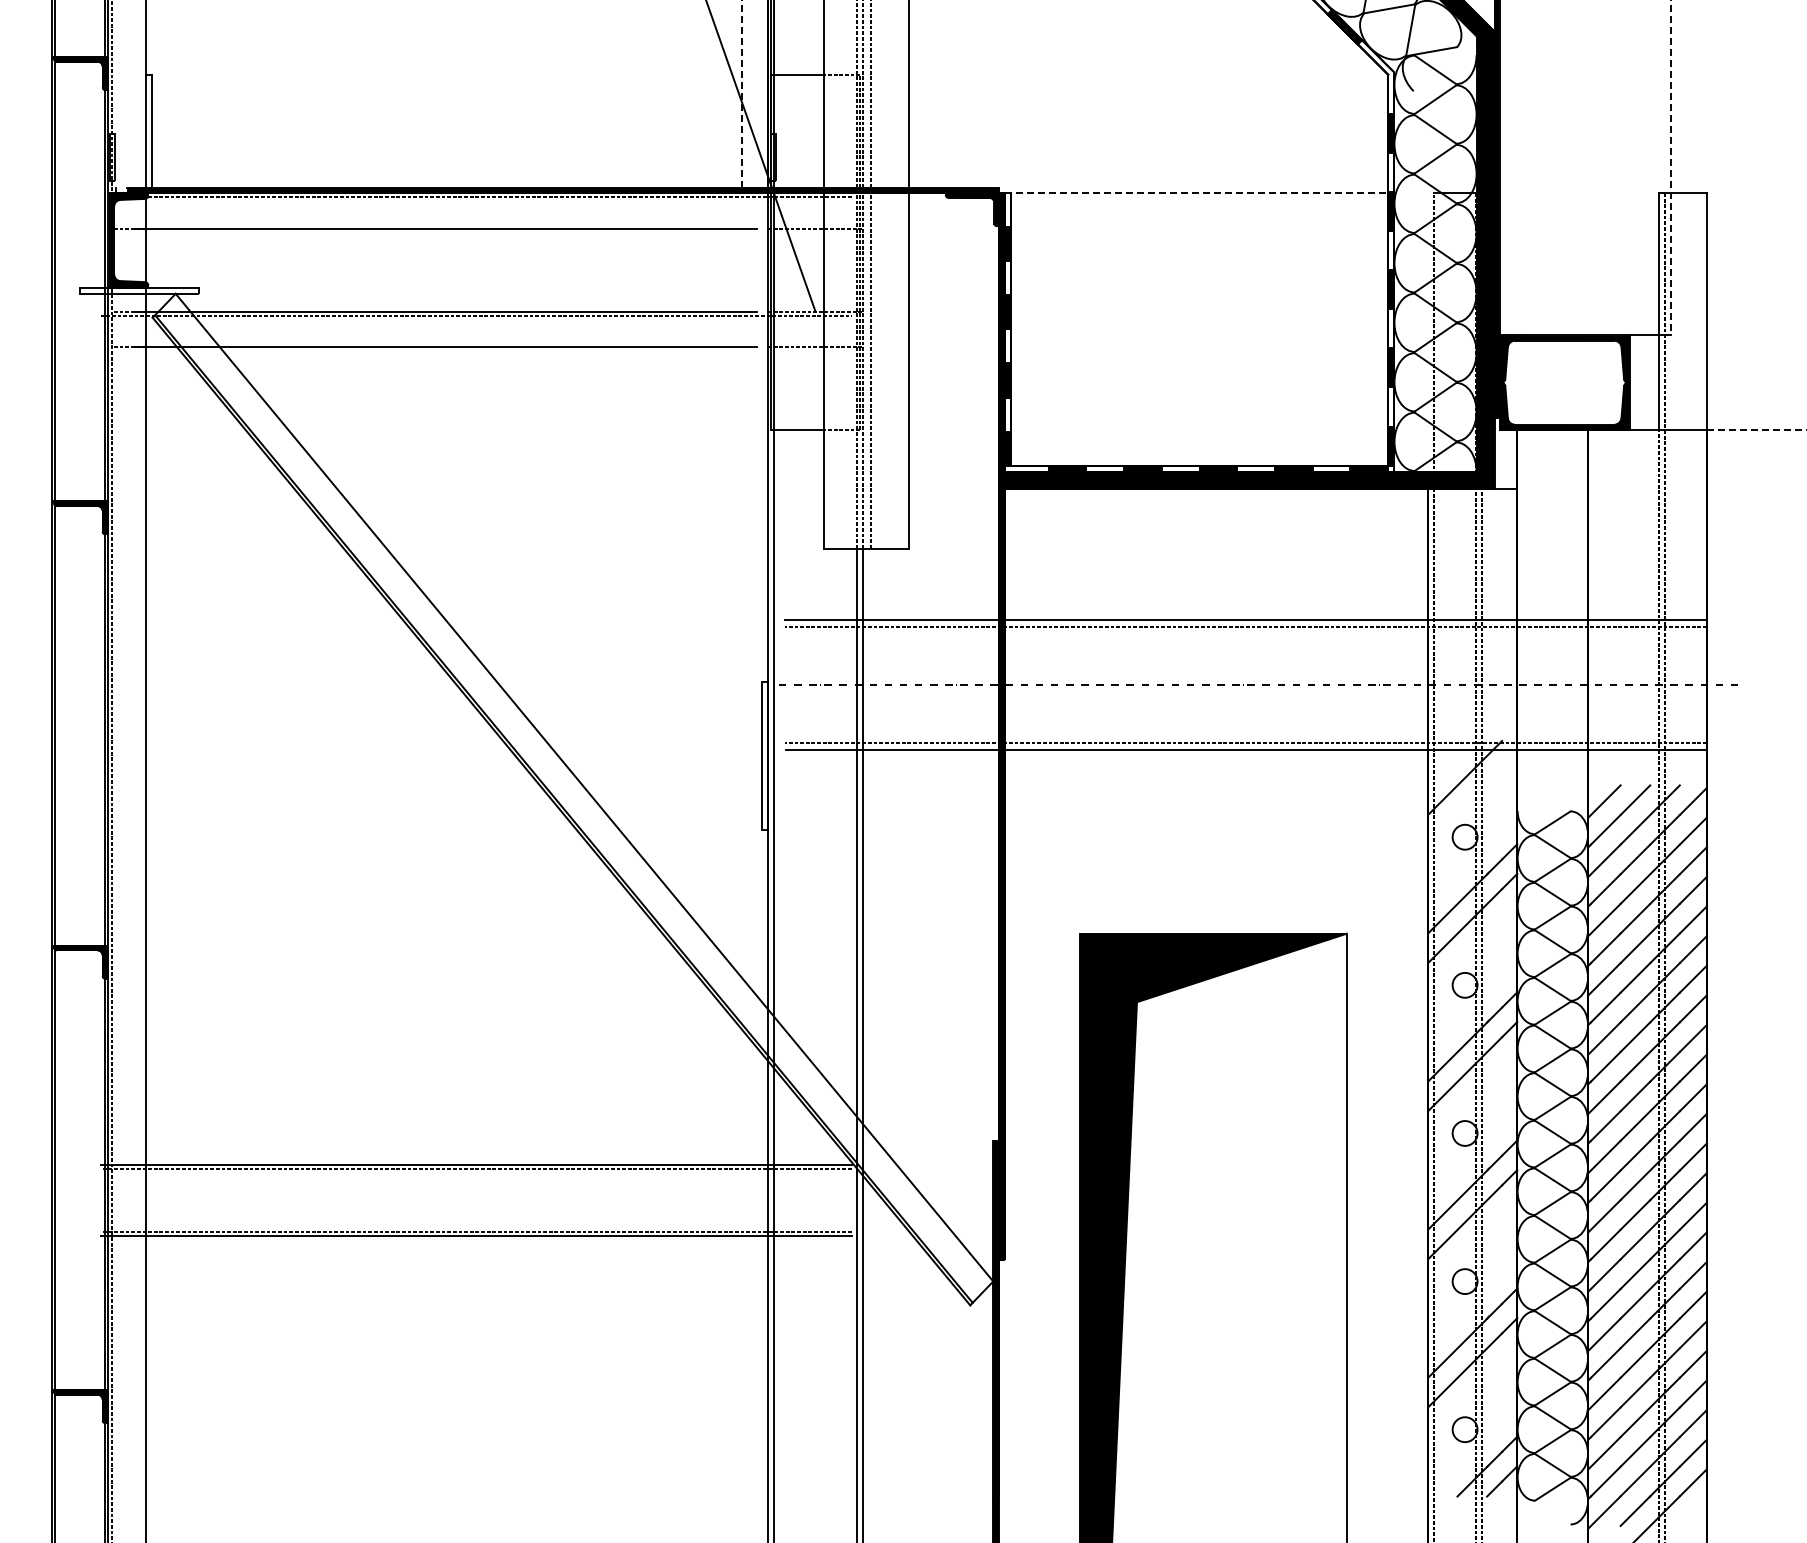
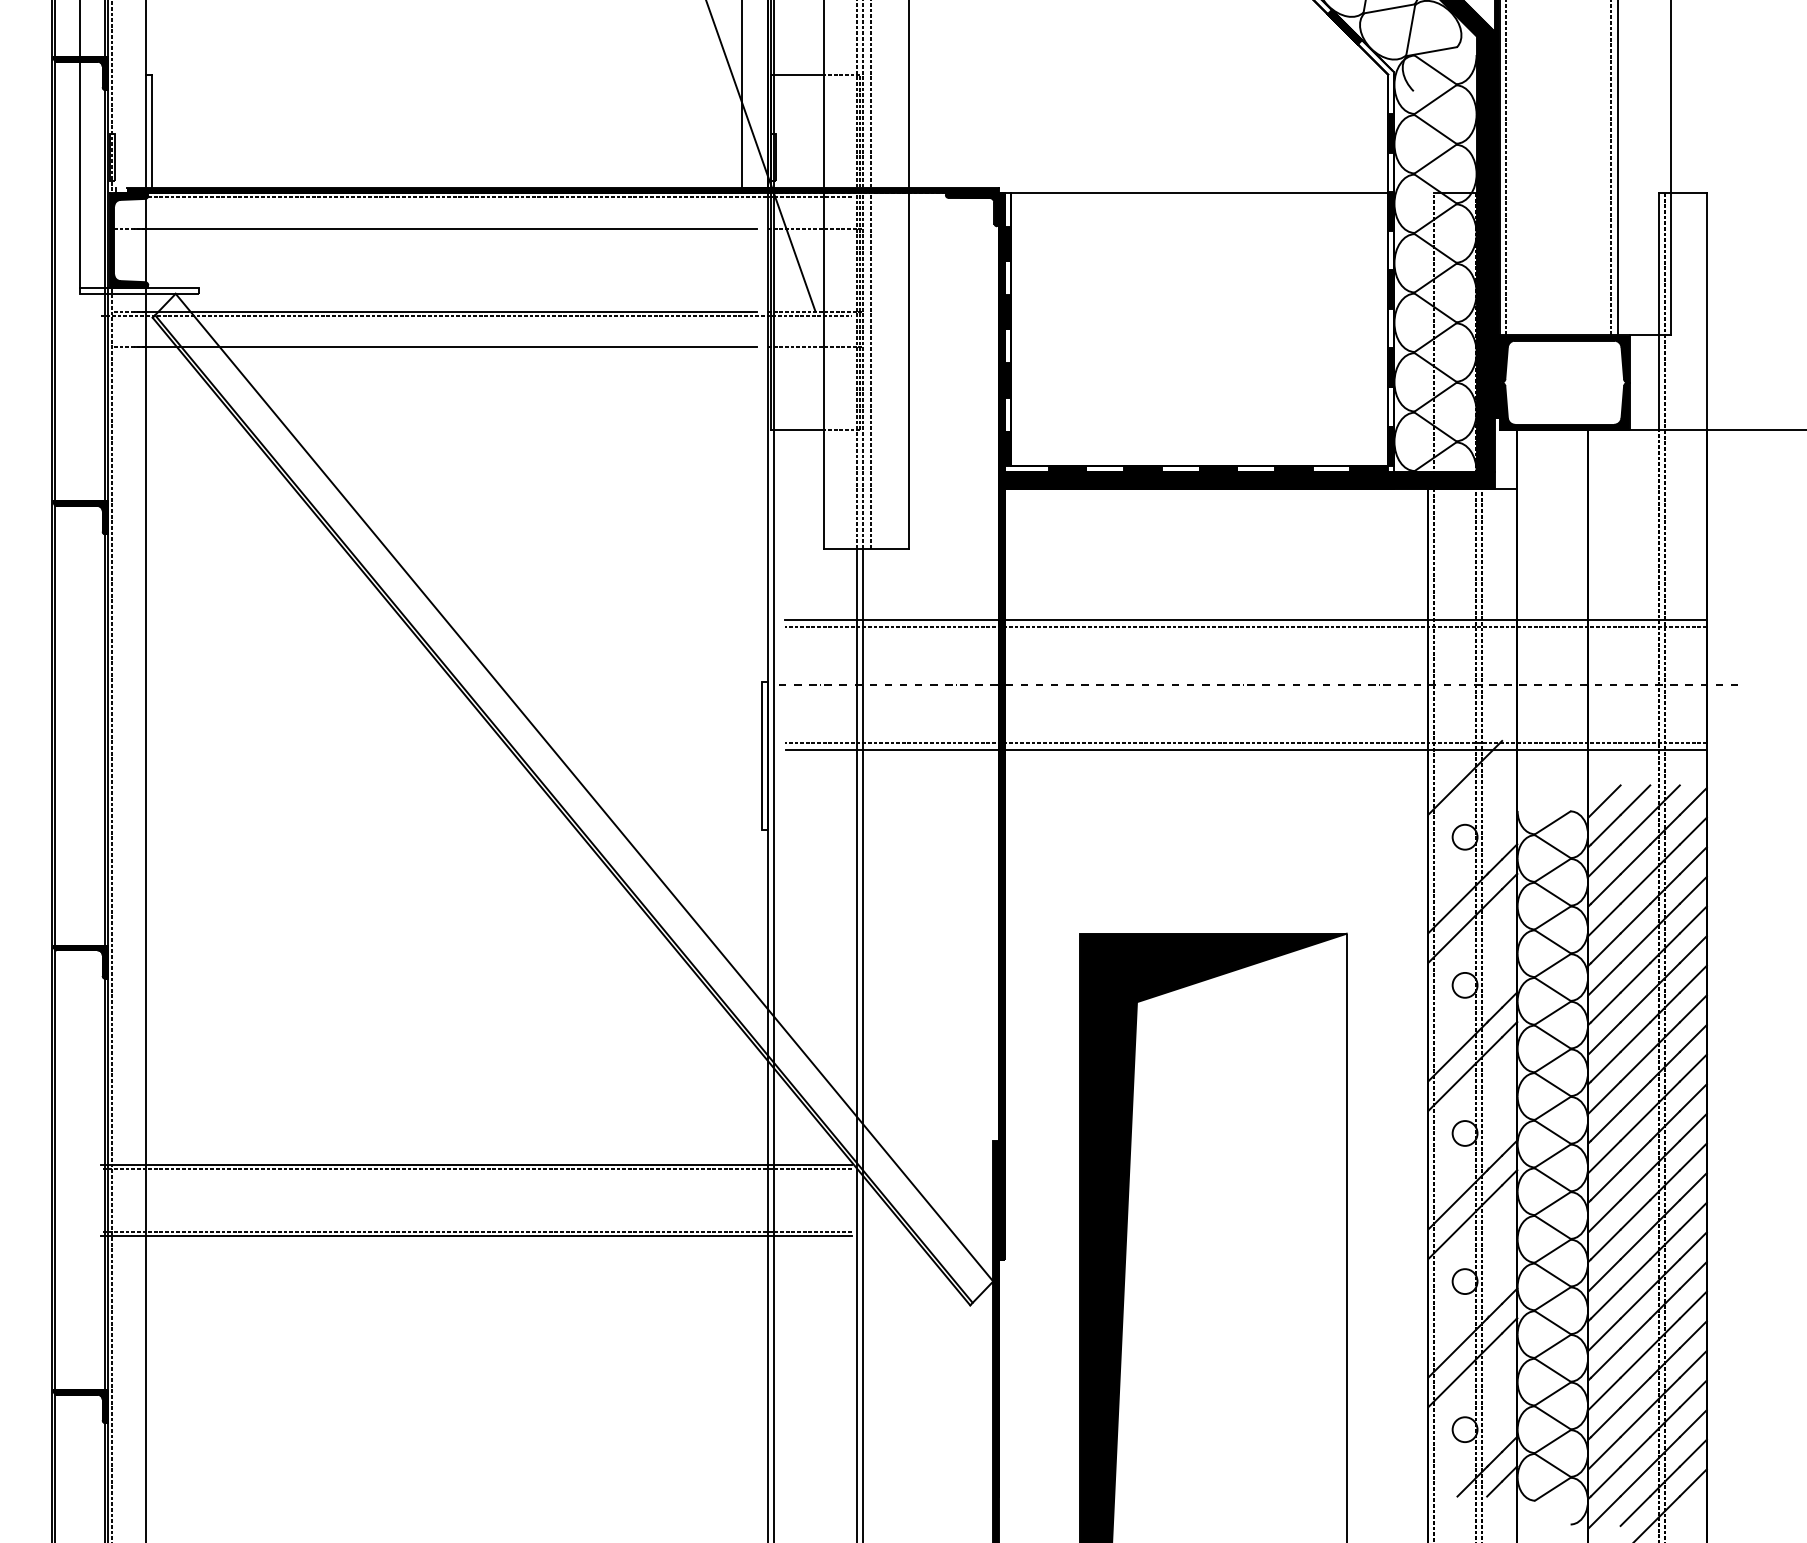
line at (741, 94): dashed -> solid
line at (80, 144): none -> present
line at (1506, 168): none -> present
line at (1611, 168): none -> present
line at (1618, 168): none -> present
line at (1671, 168): dashed -> solid
line at (1196, 193): dashed -> solid
line at (1756, 430): dashed -> solid
